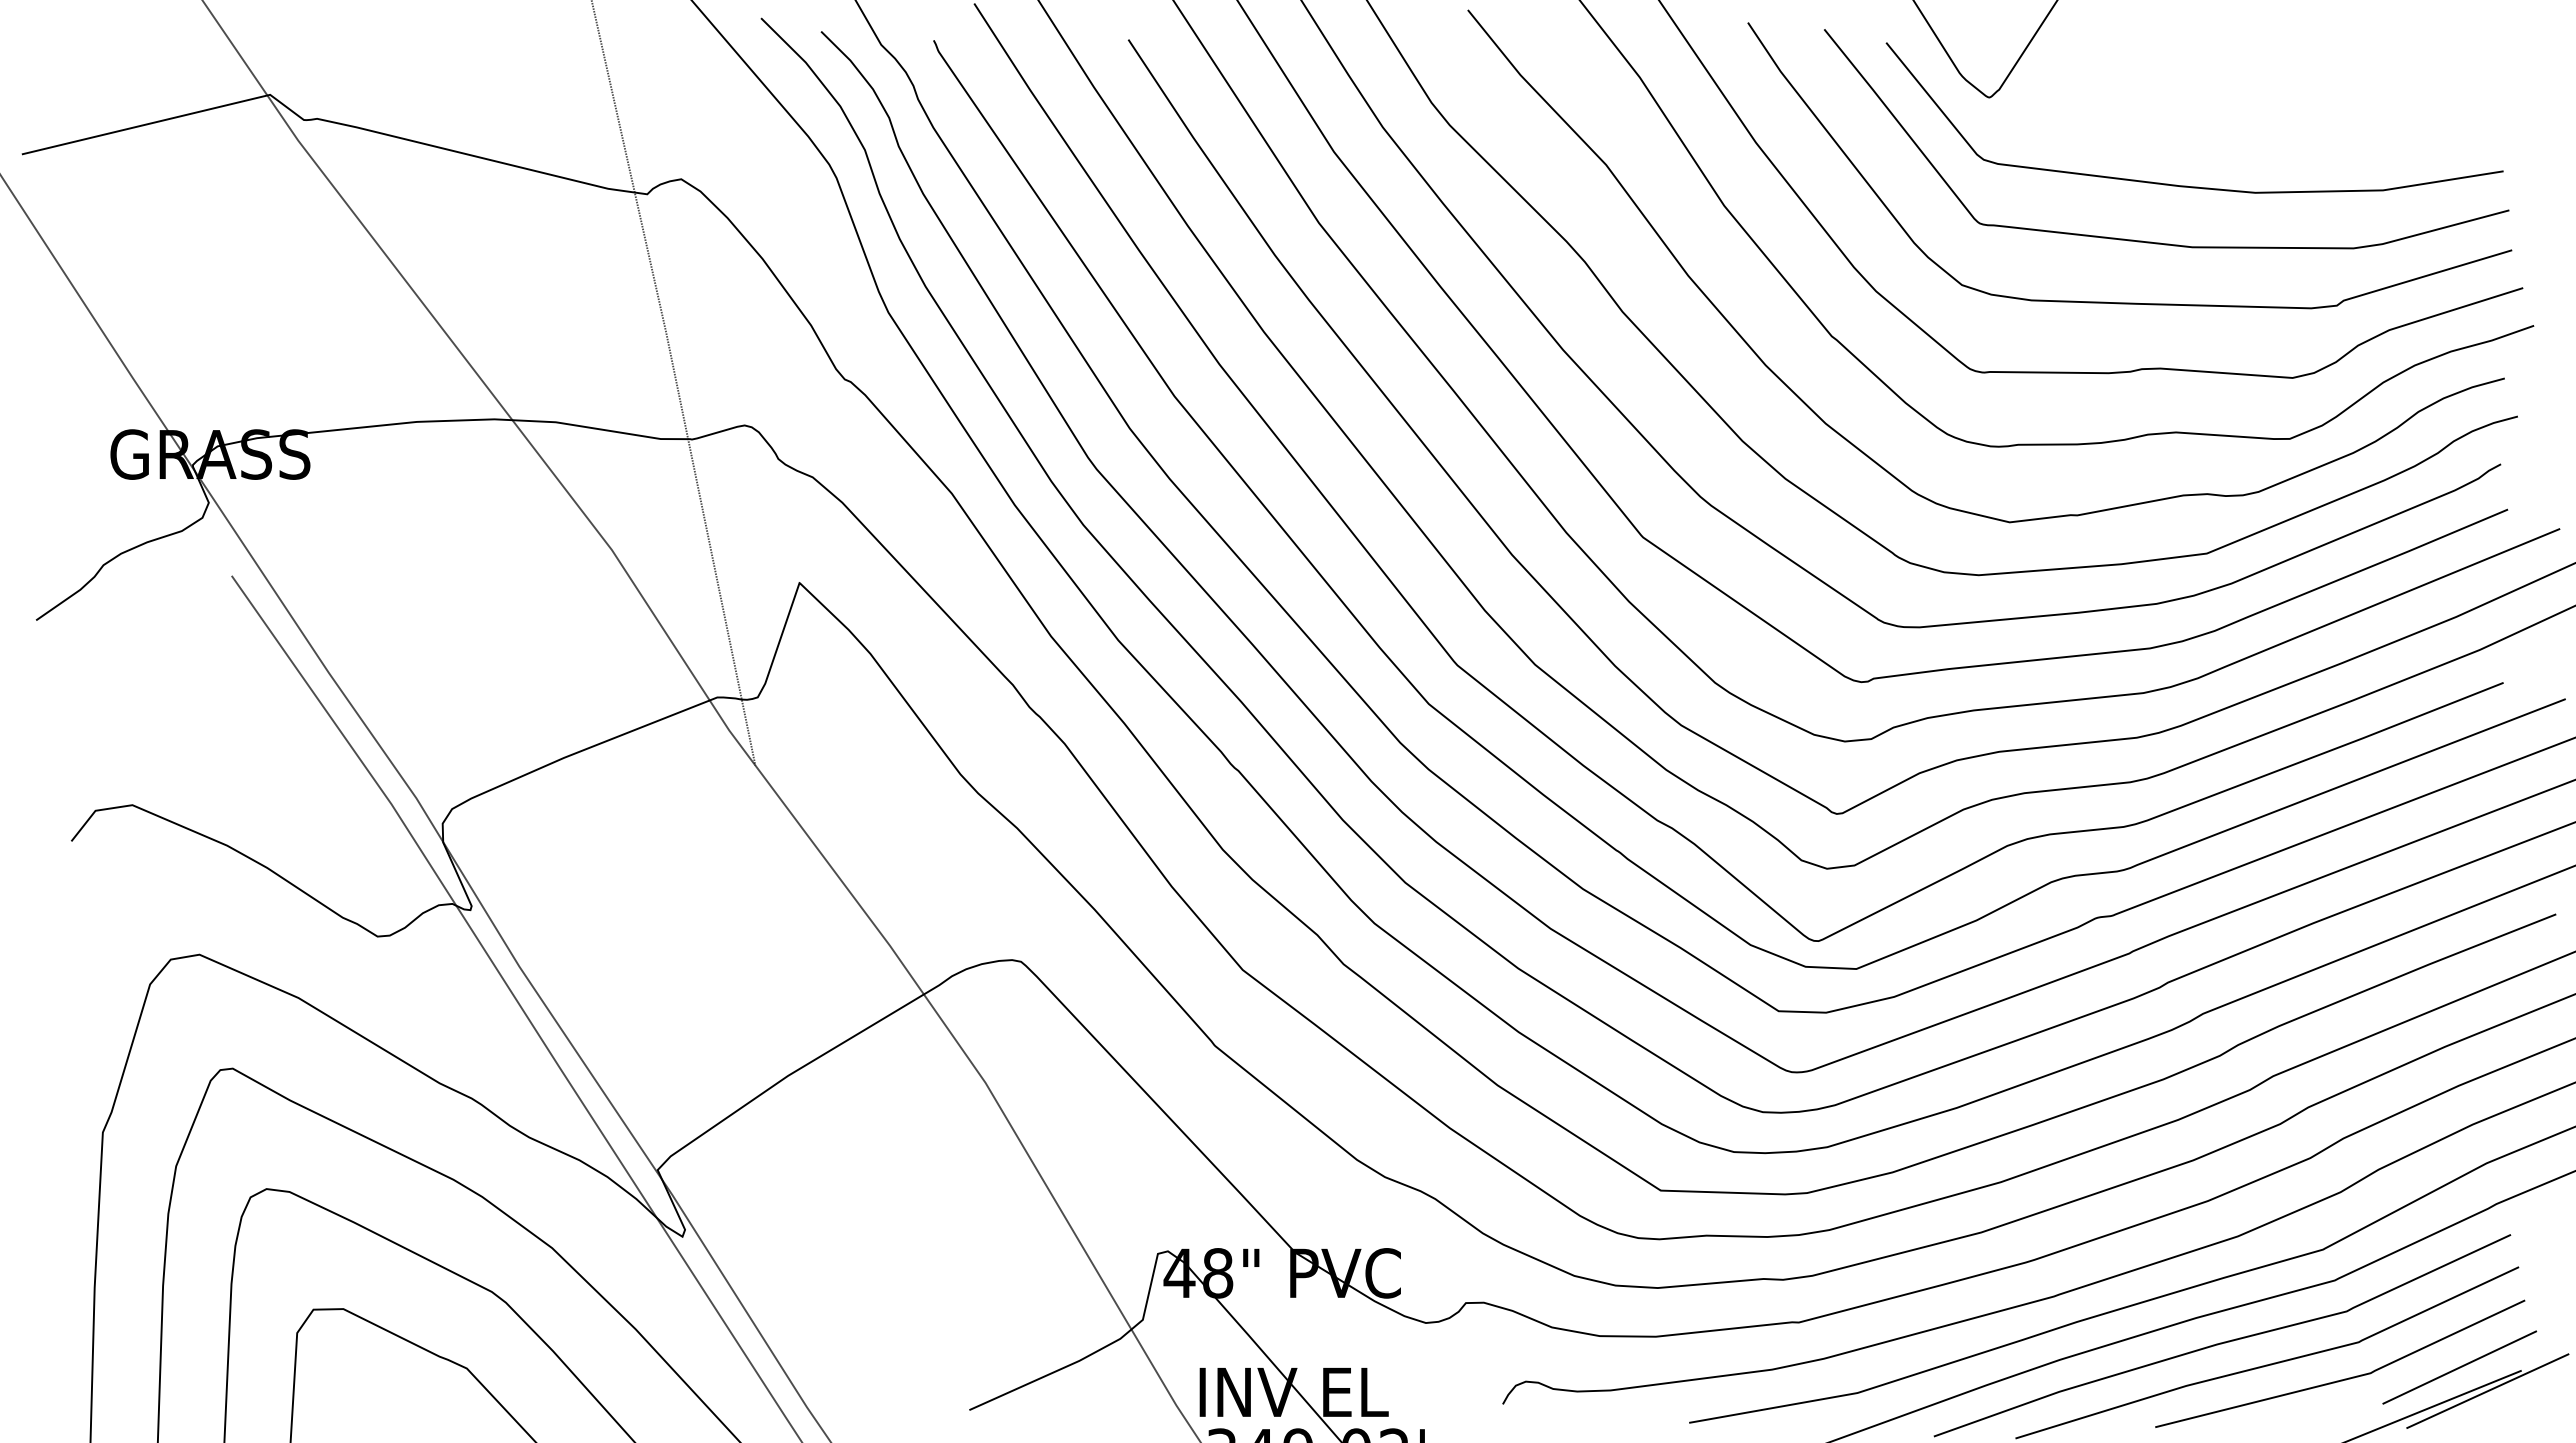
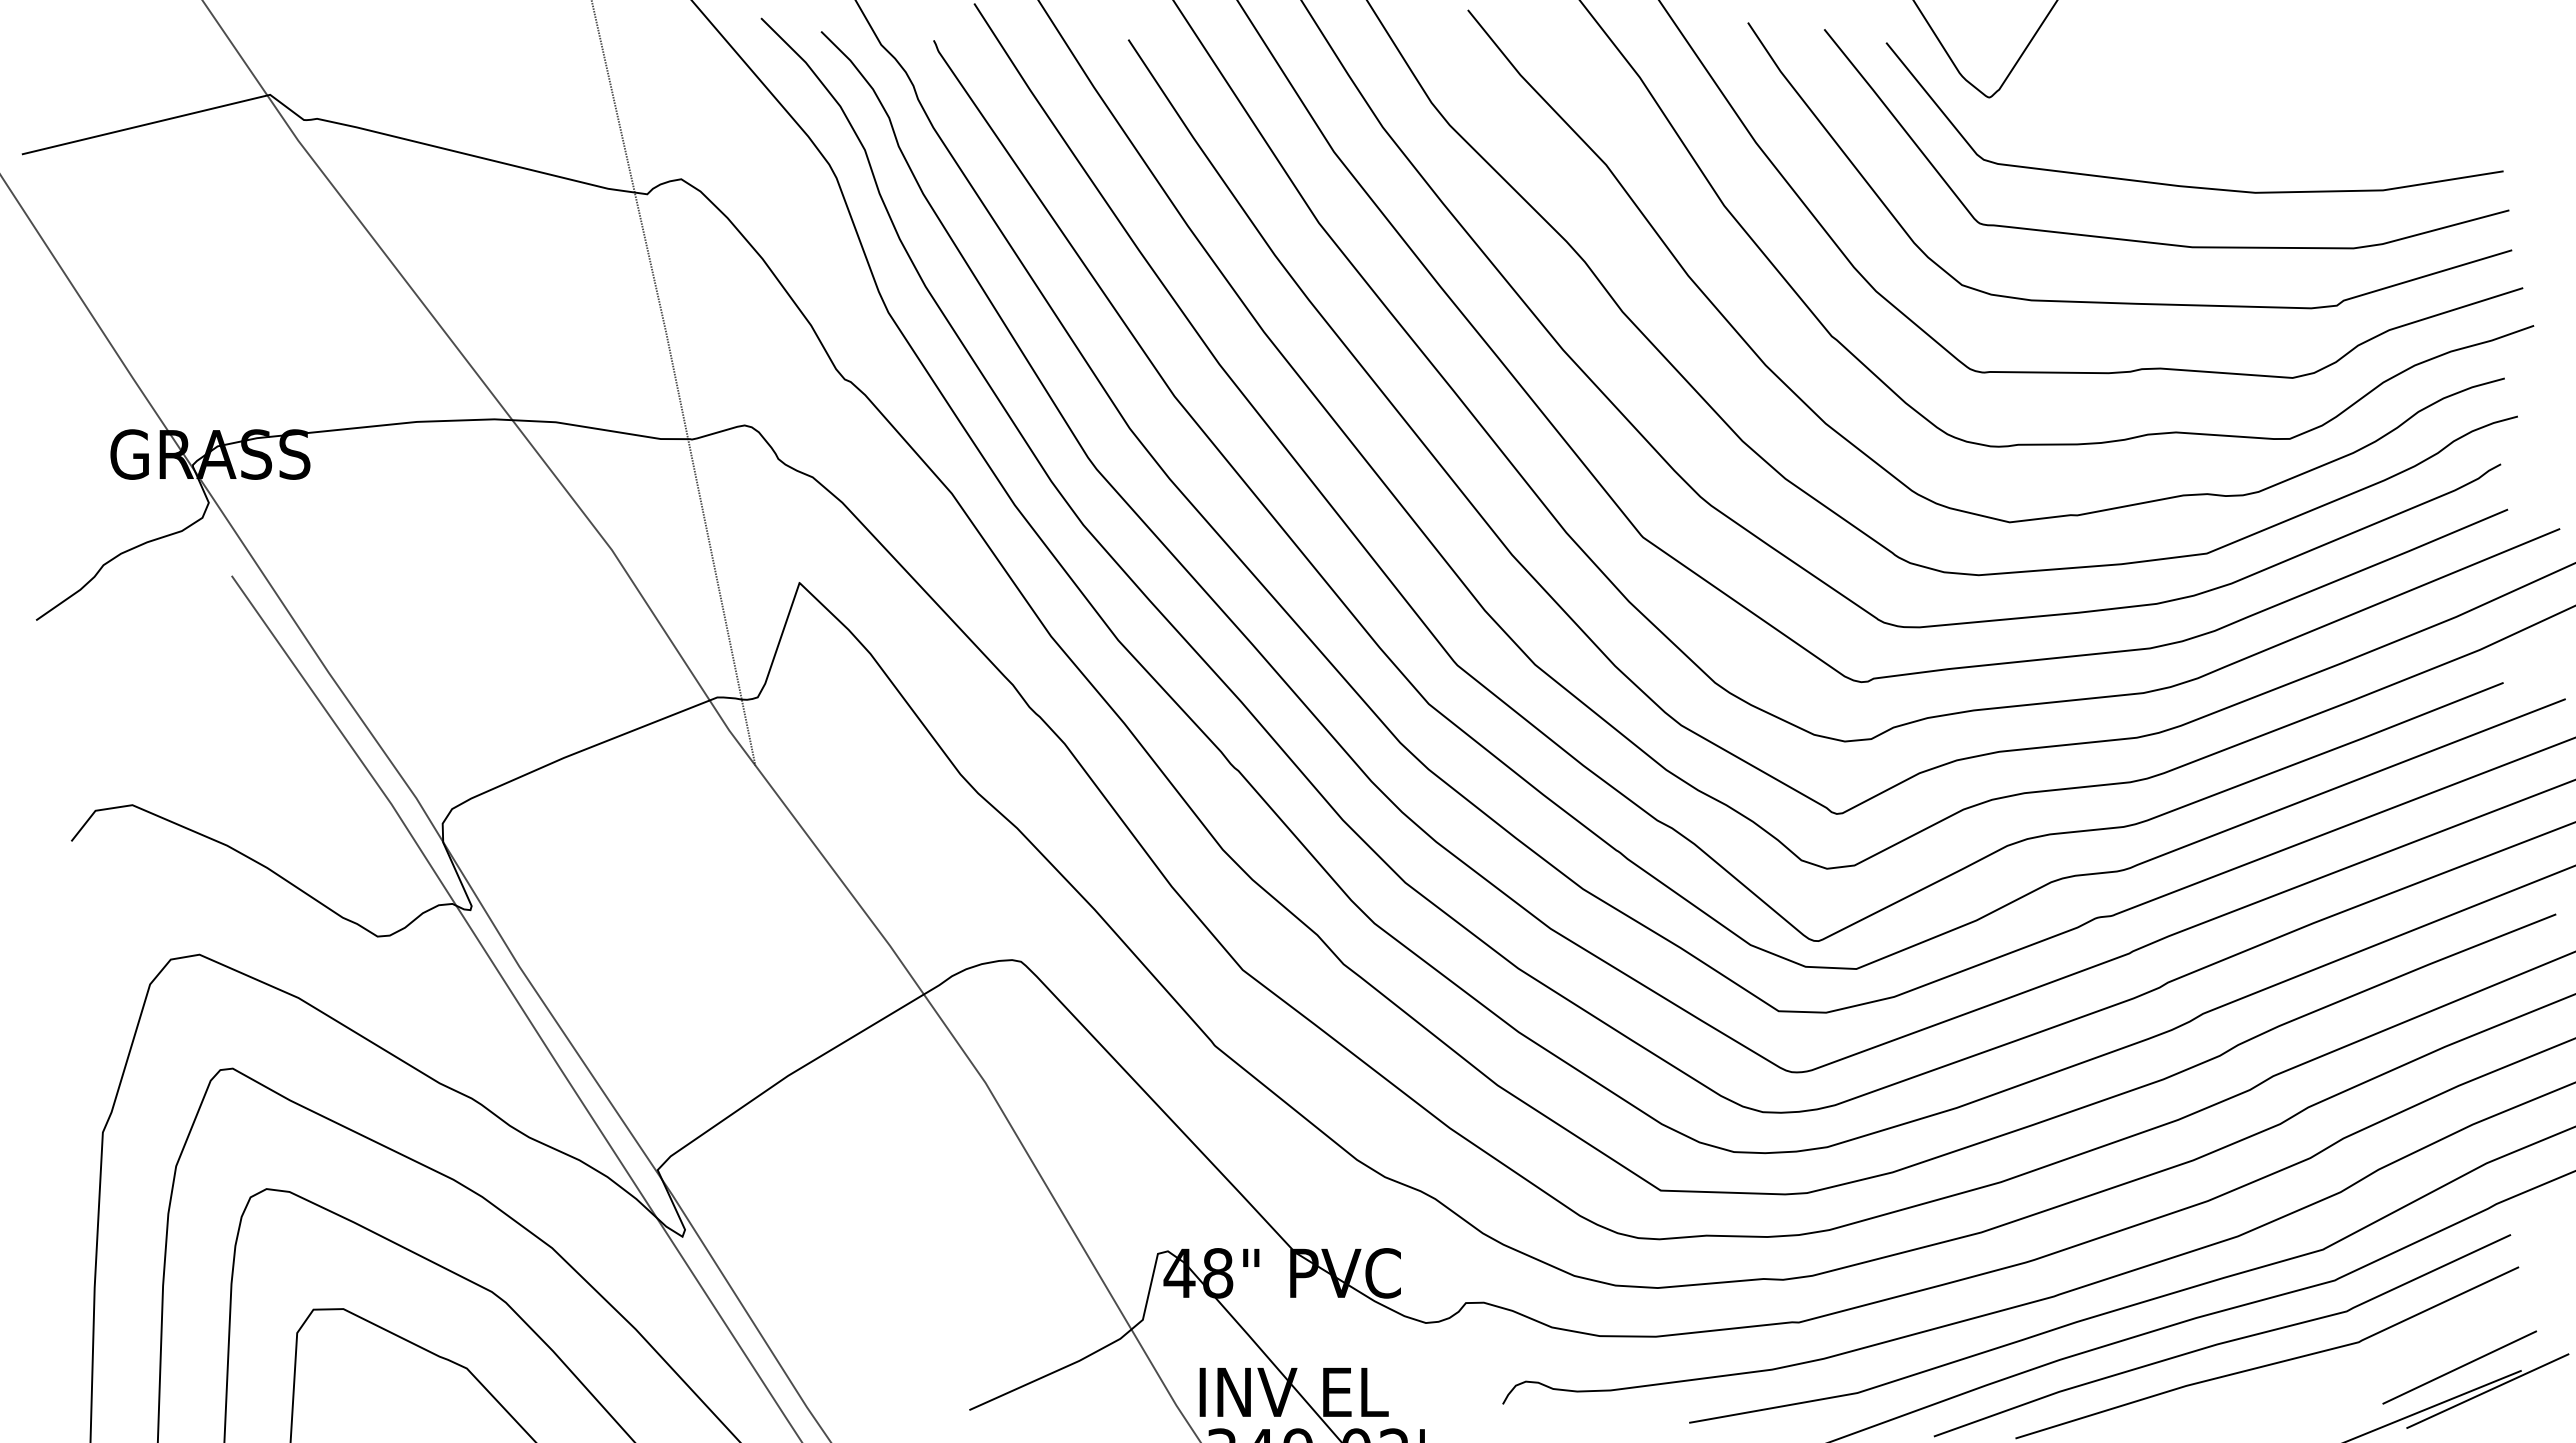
line at (2344, 1378): present -> none
